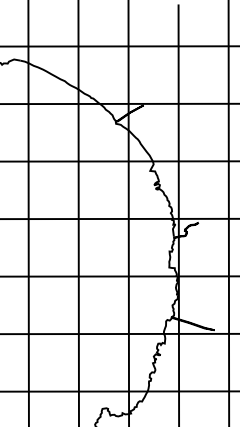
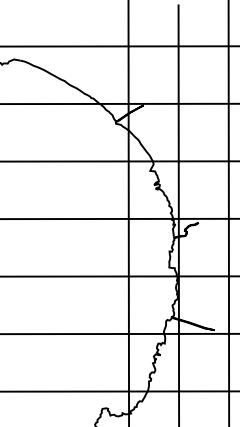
line at (28, 212): present -> none
line at (78, 212): present -> none
